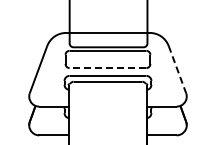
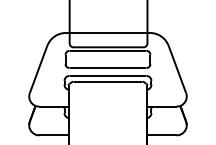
line at (107, 68): dashed -> solid
line at (177, 70): dashed -> solid
